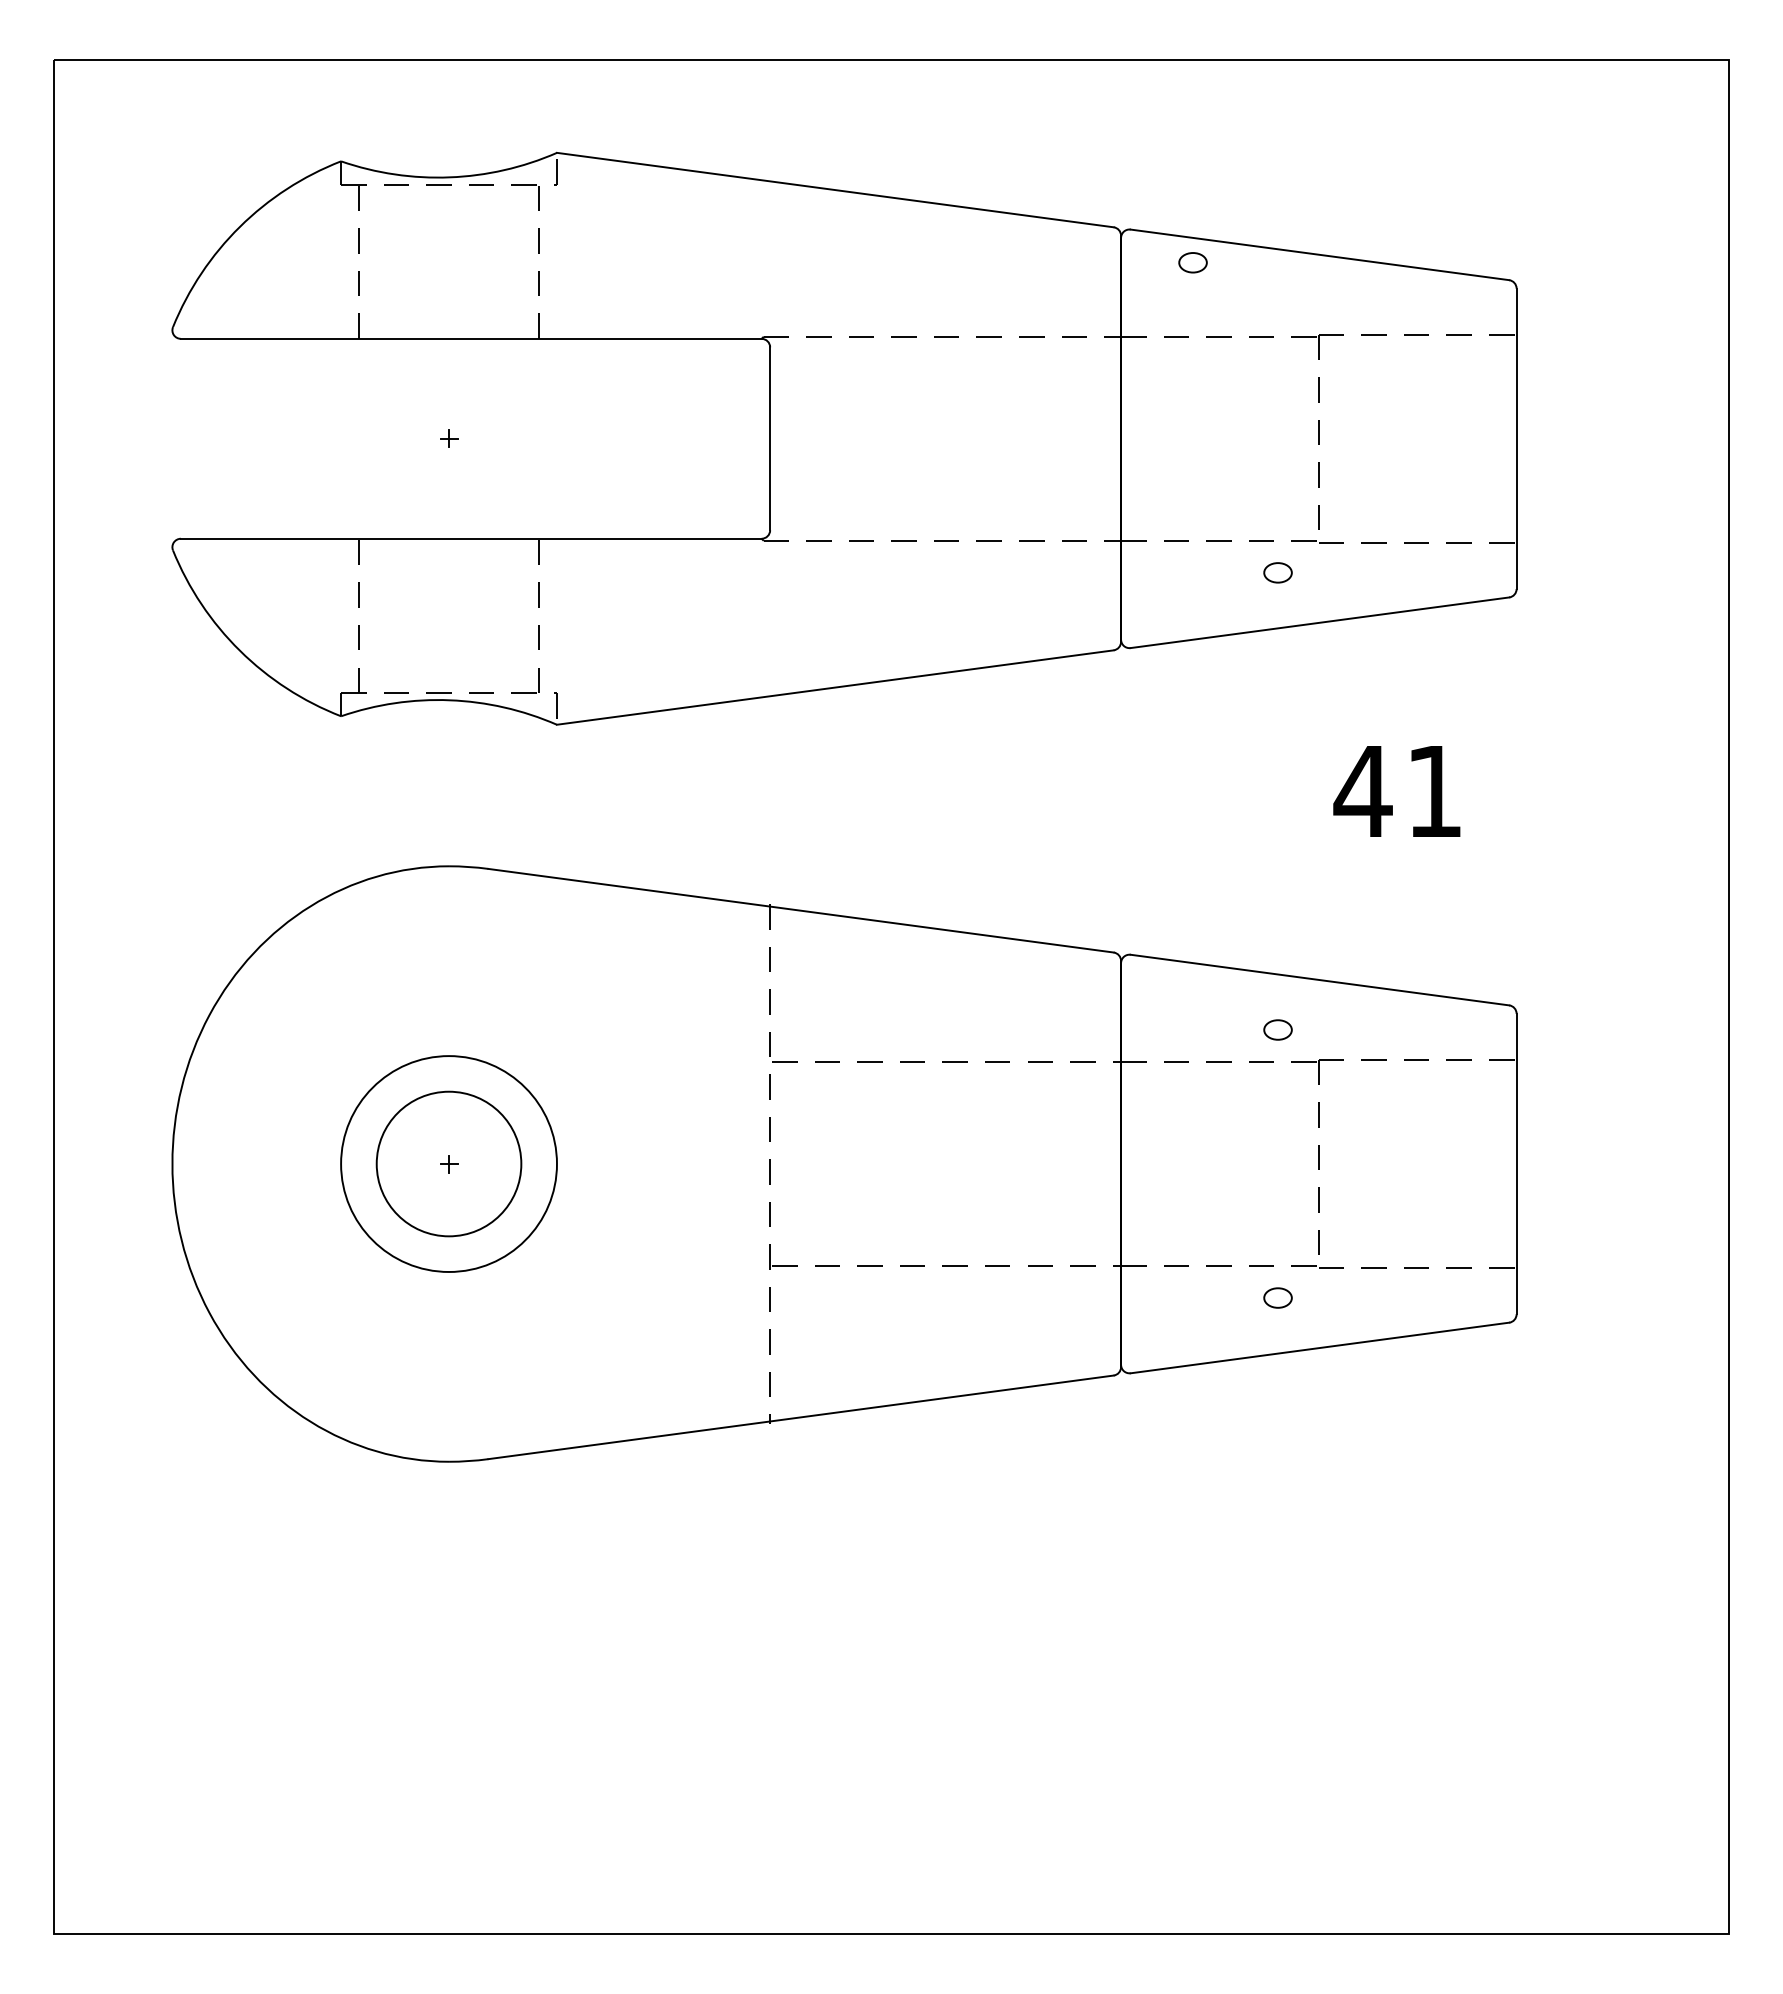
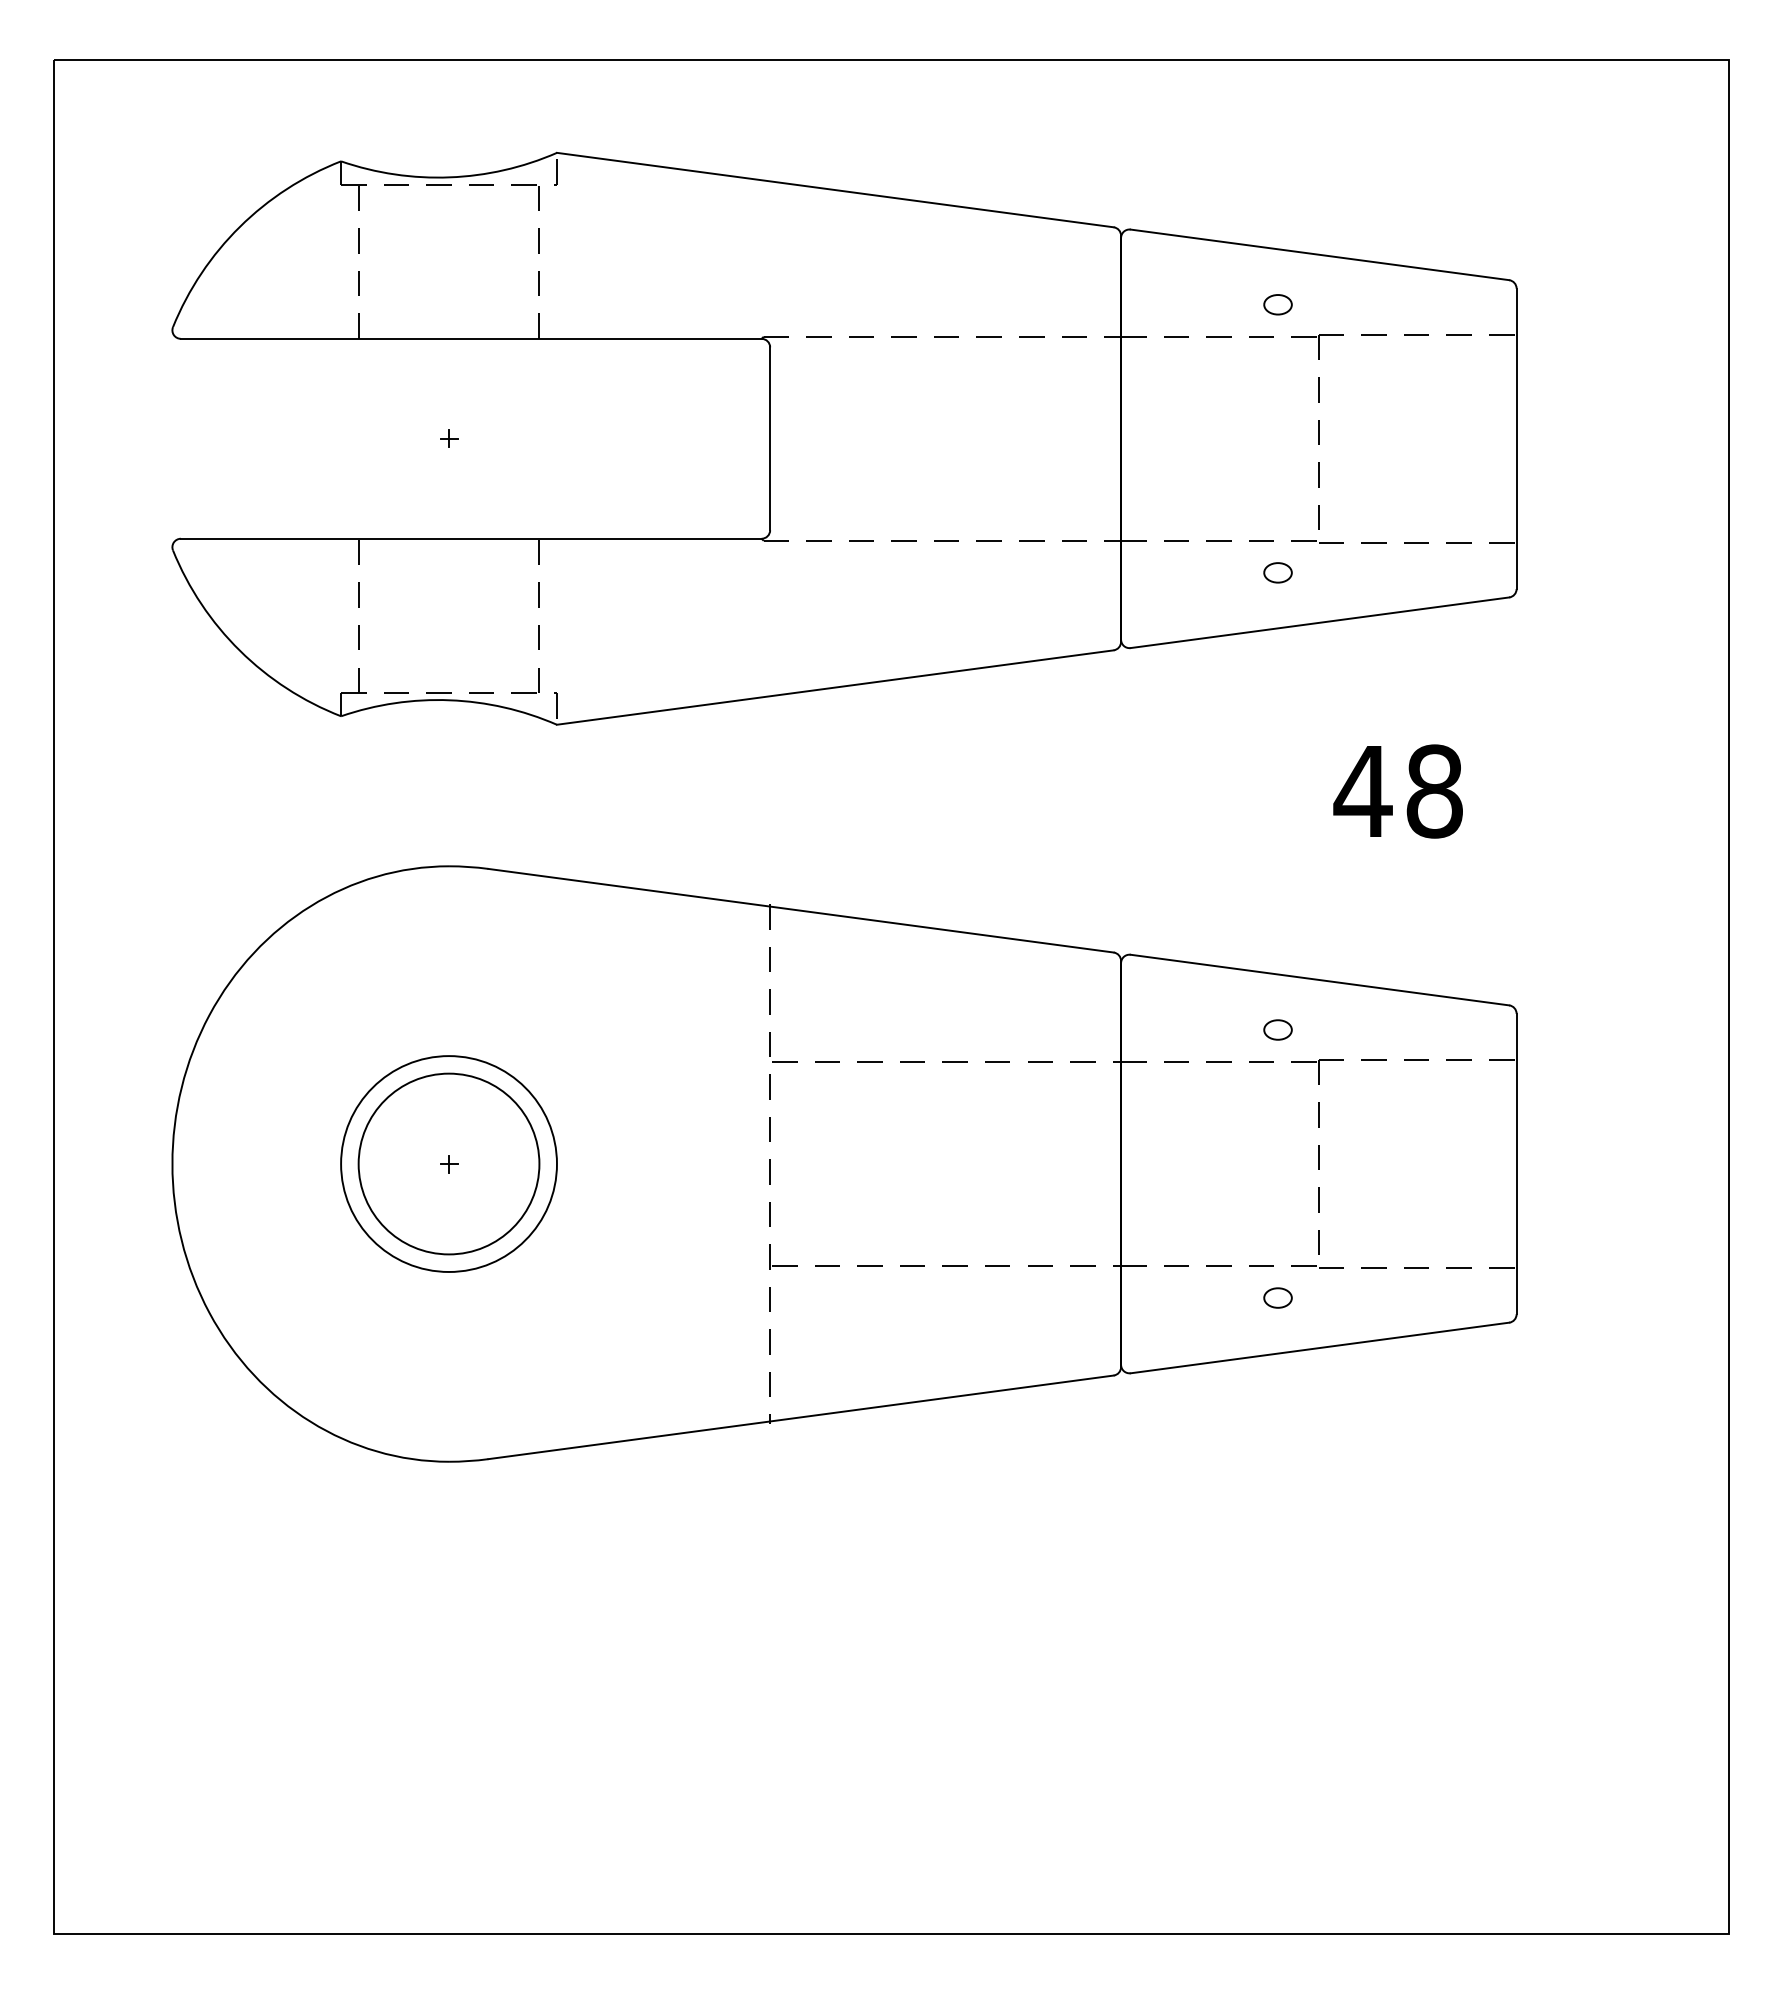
part at (1192, 262) position: (1192, 262) -> (1277, 304)
text at (1434, 791): 41 -> 48
circle at (448, 1163) diameter: 145 px -> 181 px
